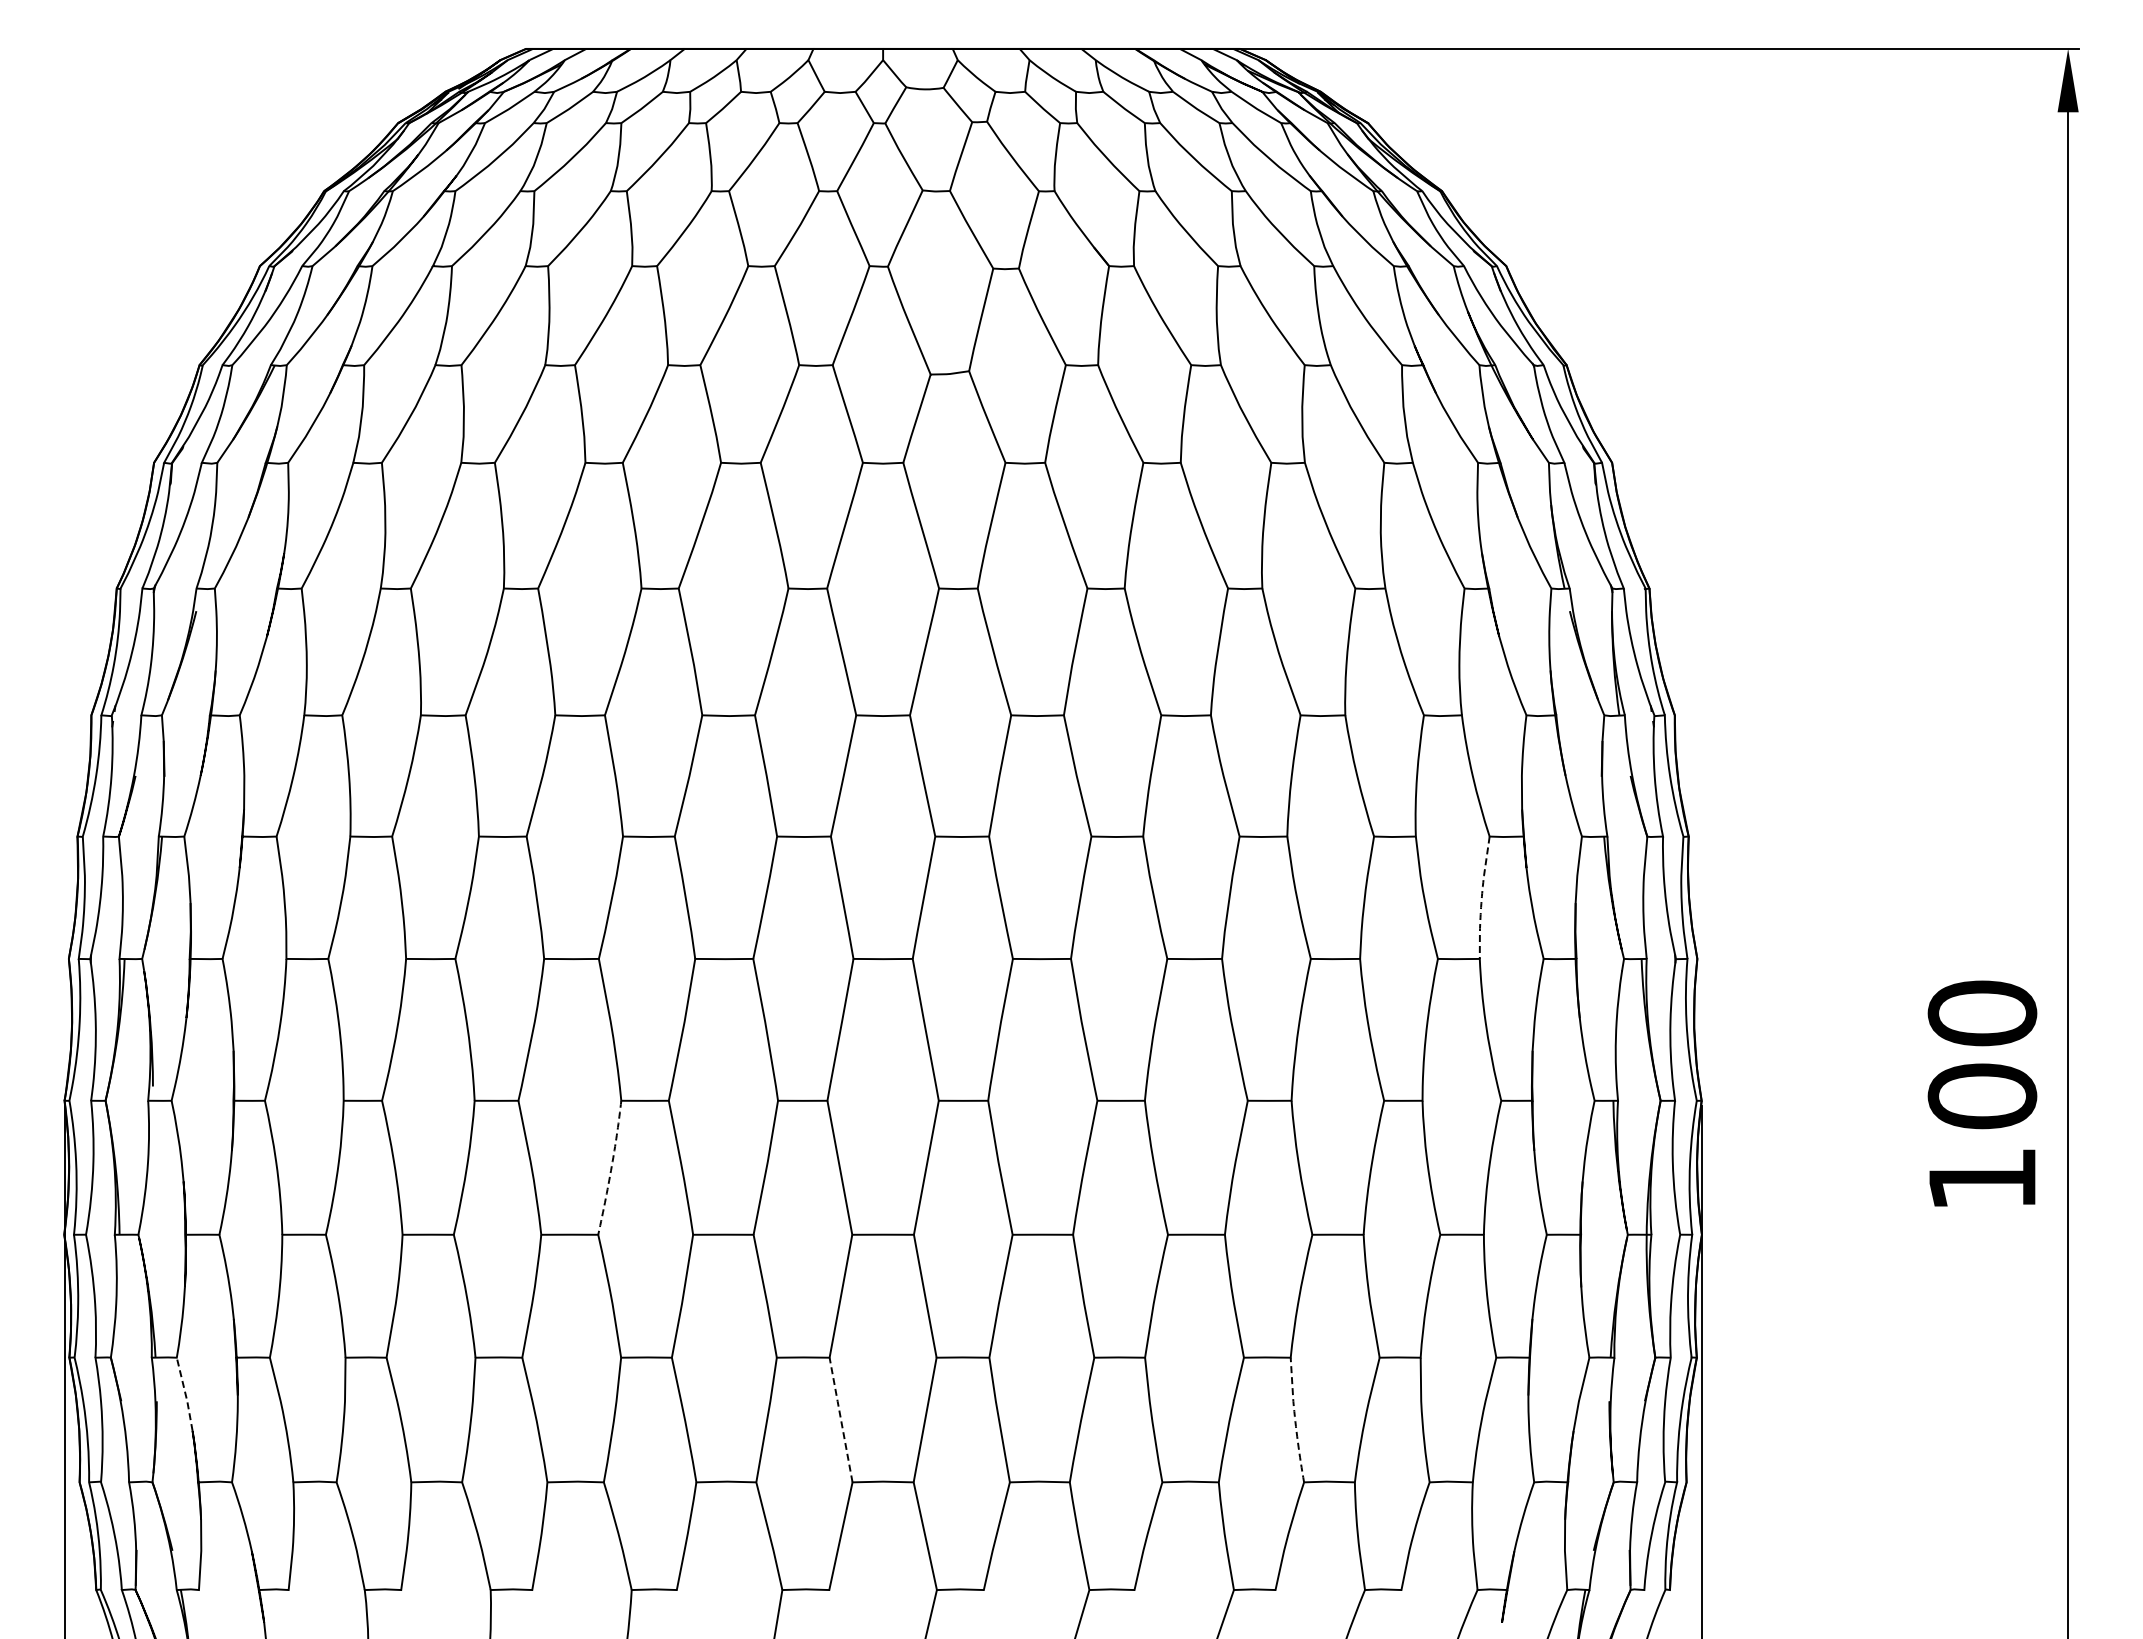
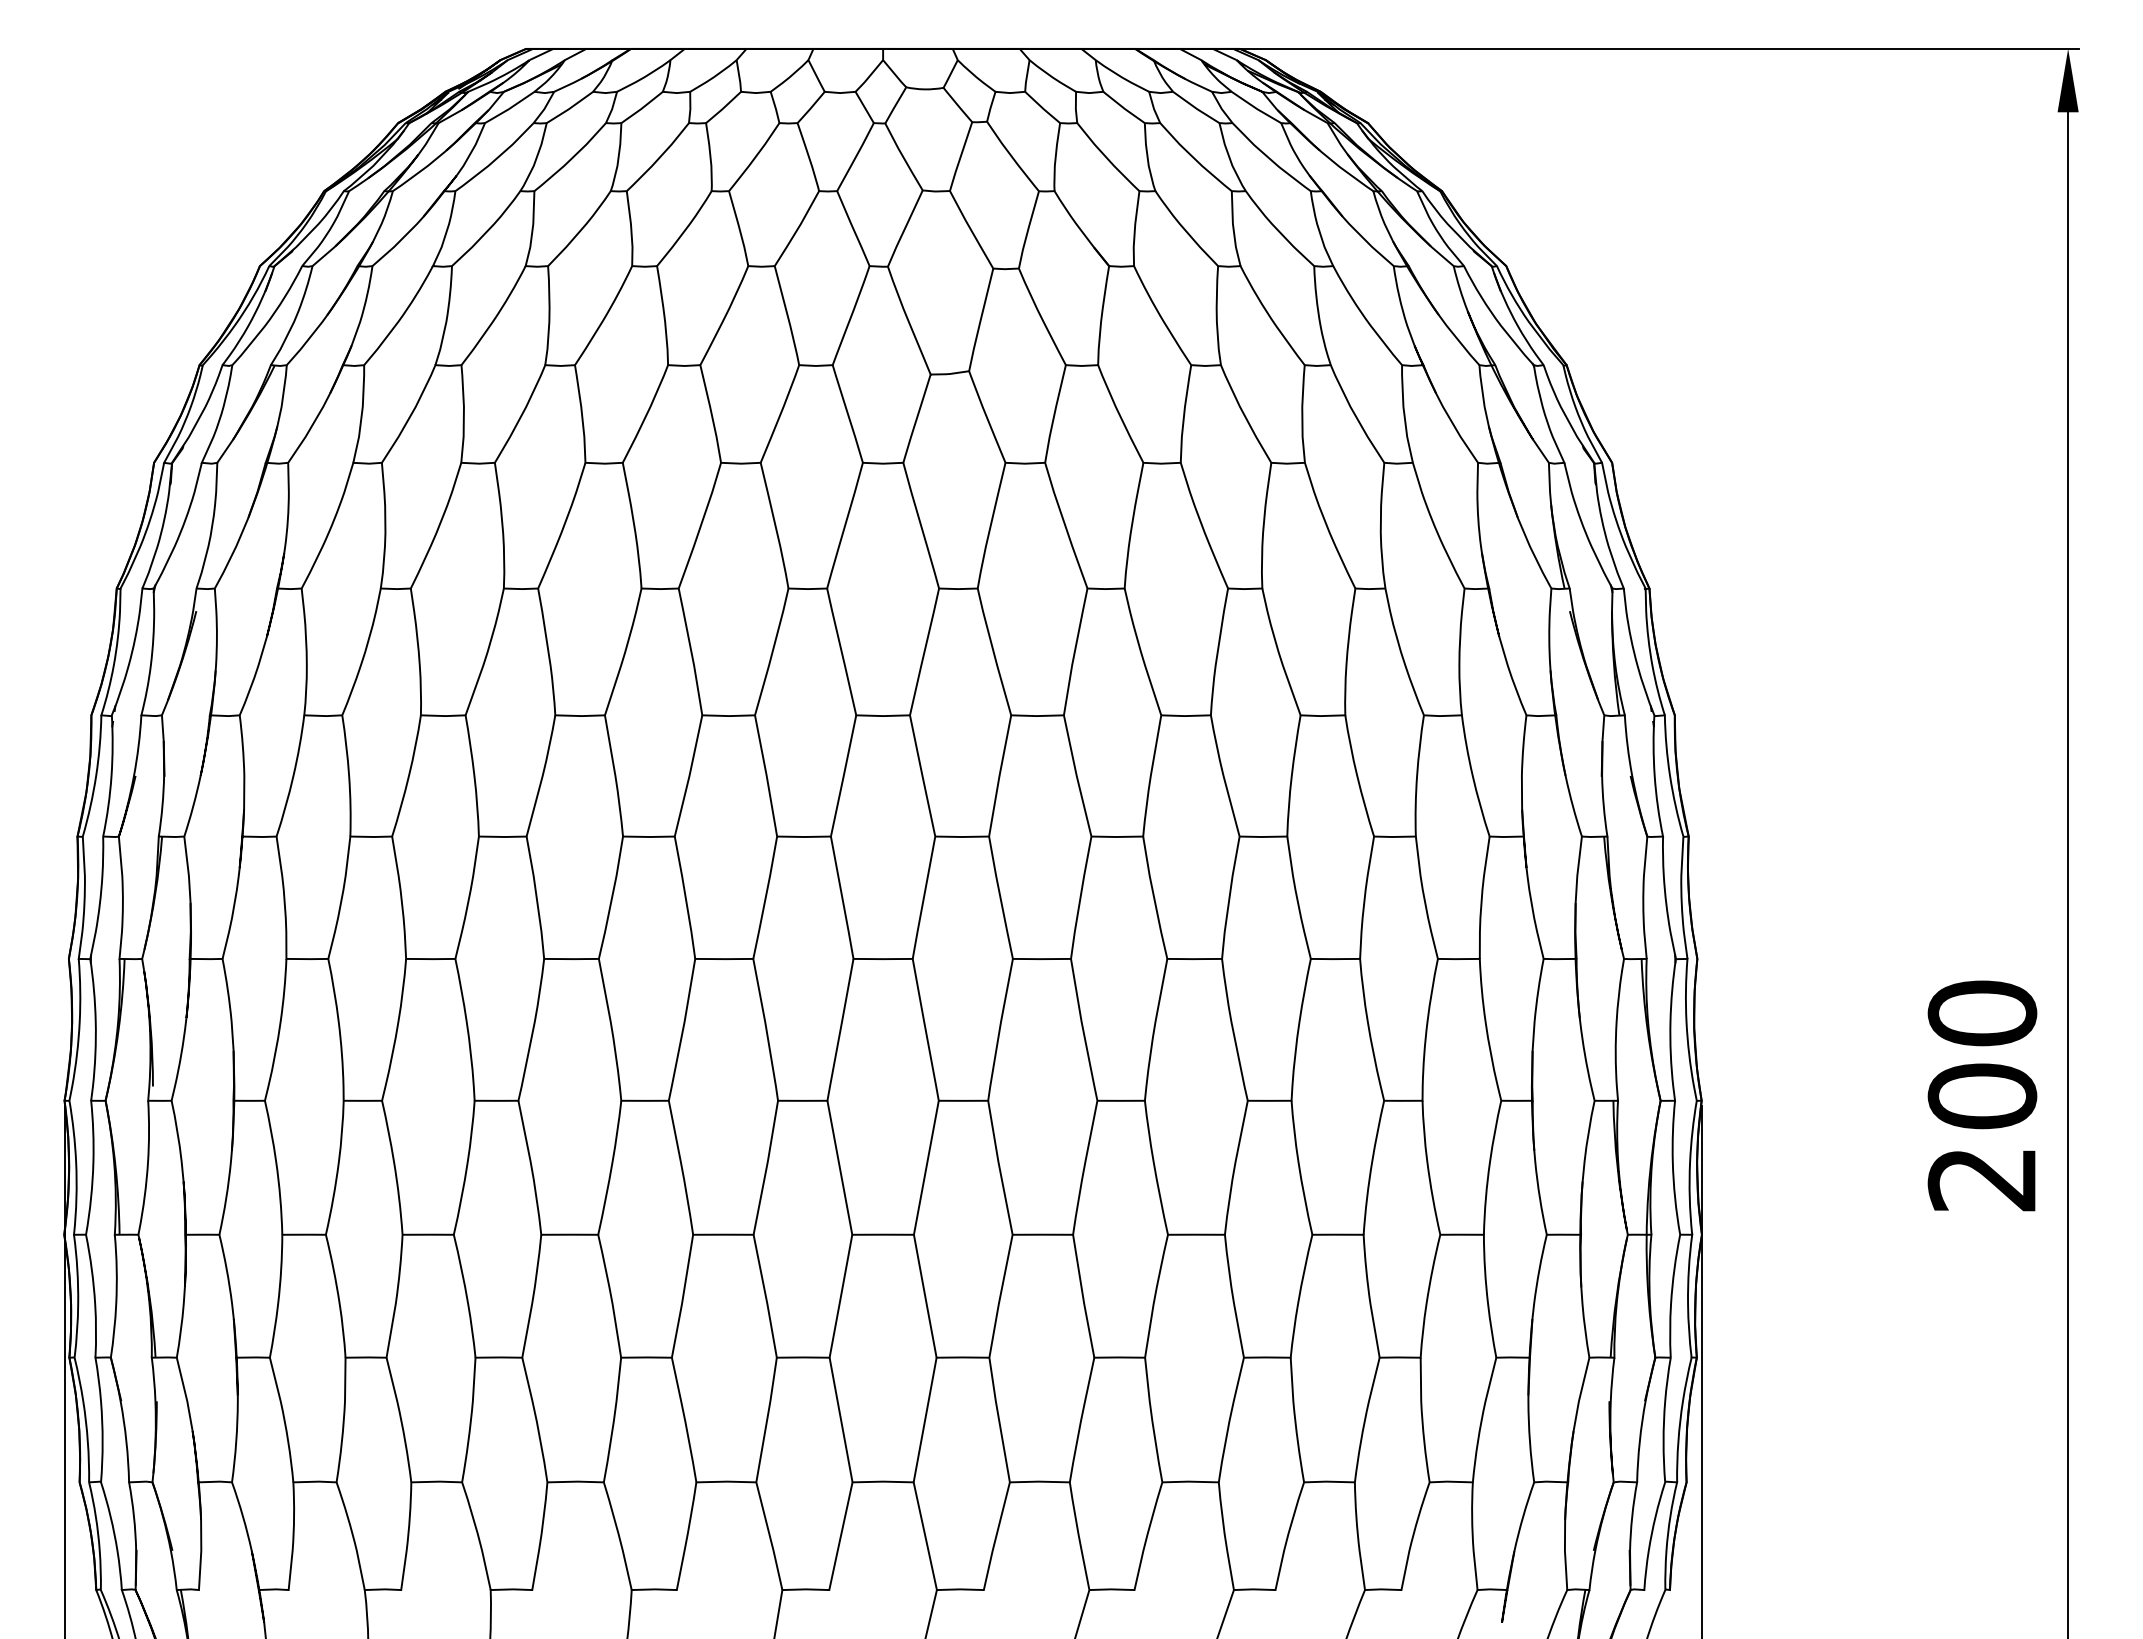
line at (1481, 898): dashed -> solid
line at (611, 1167): dashed -> solid
text at (1981, 1180): 100 -> 200
line at (185, 1394): dashed -> solid
line at (840, 1418): dashed -> solid
line at (1295, 1421): dashed -> solid
